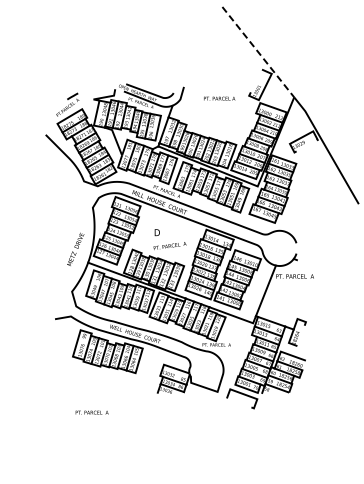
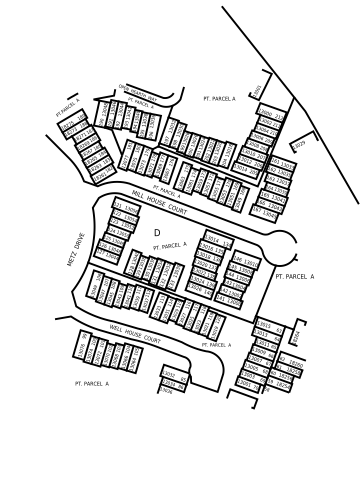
line at (258, 52): dashed -> solid
text at (91, 412) position: (91, 412) -> (91, 383)
